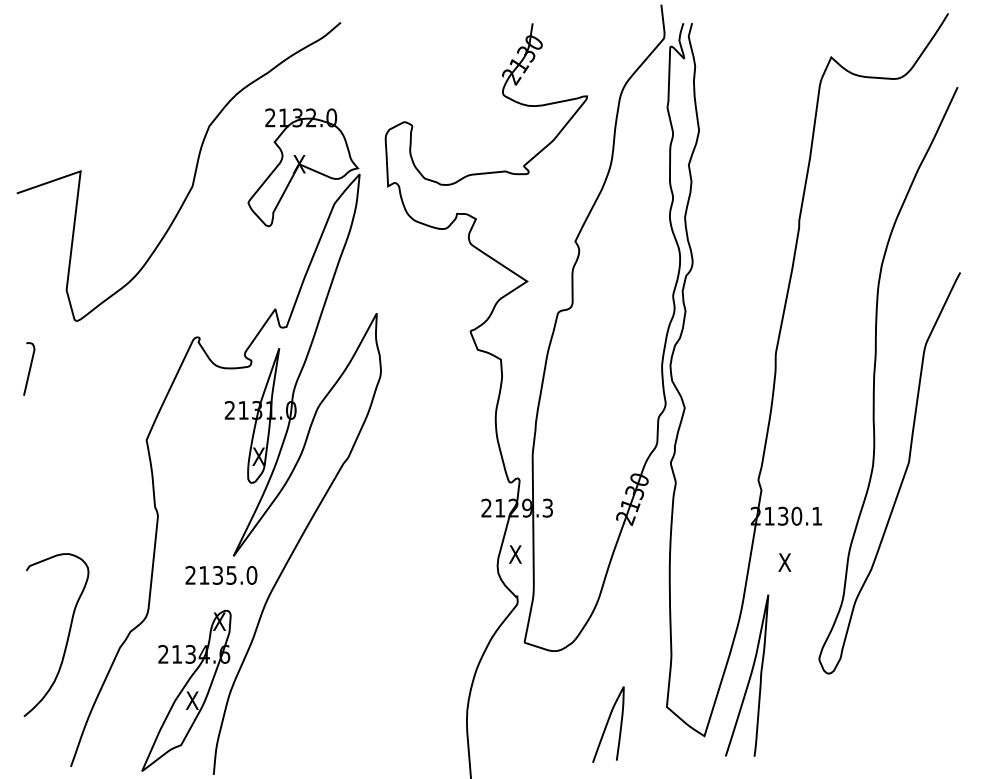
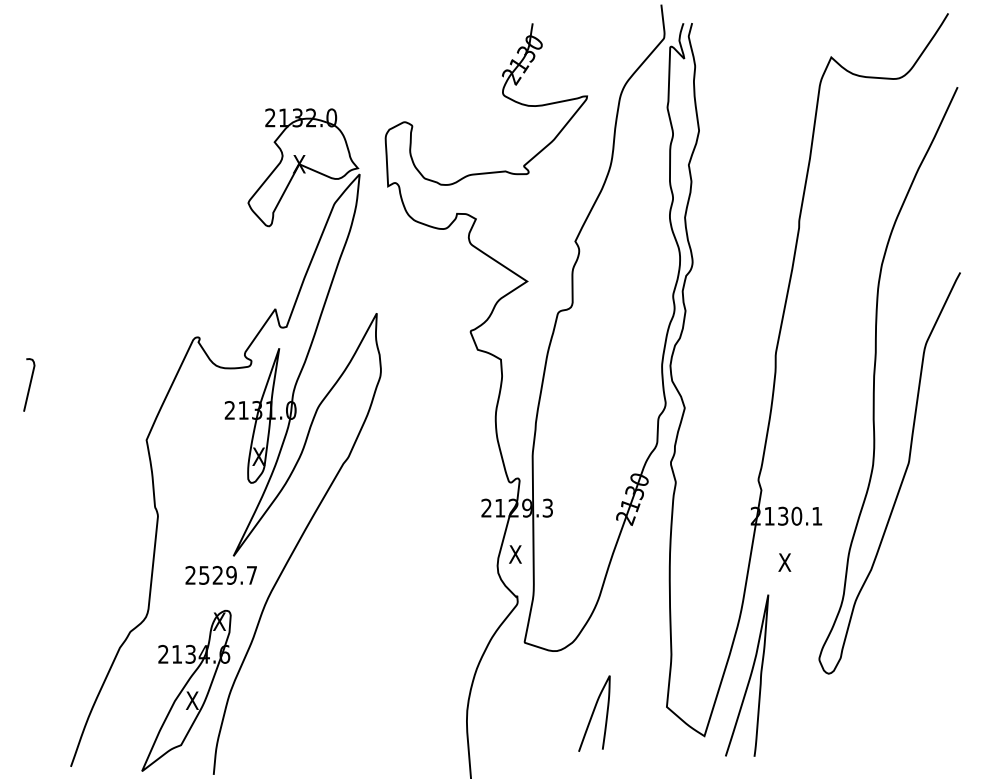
curve at (193, 176): present -> none
curve at (29, 368) position: (29, 368) -> (29, 384)
text at (228, 575): 2135.0 -> 2529.7
curve at (67, 635): present -> none
curve at (608, 723) position: (608, 723) -> (594, 712)
